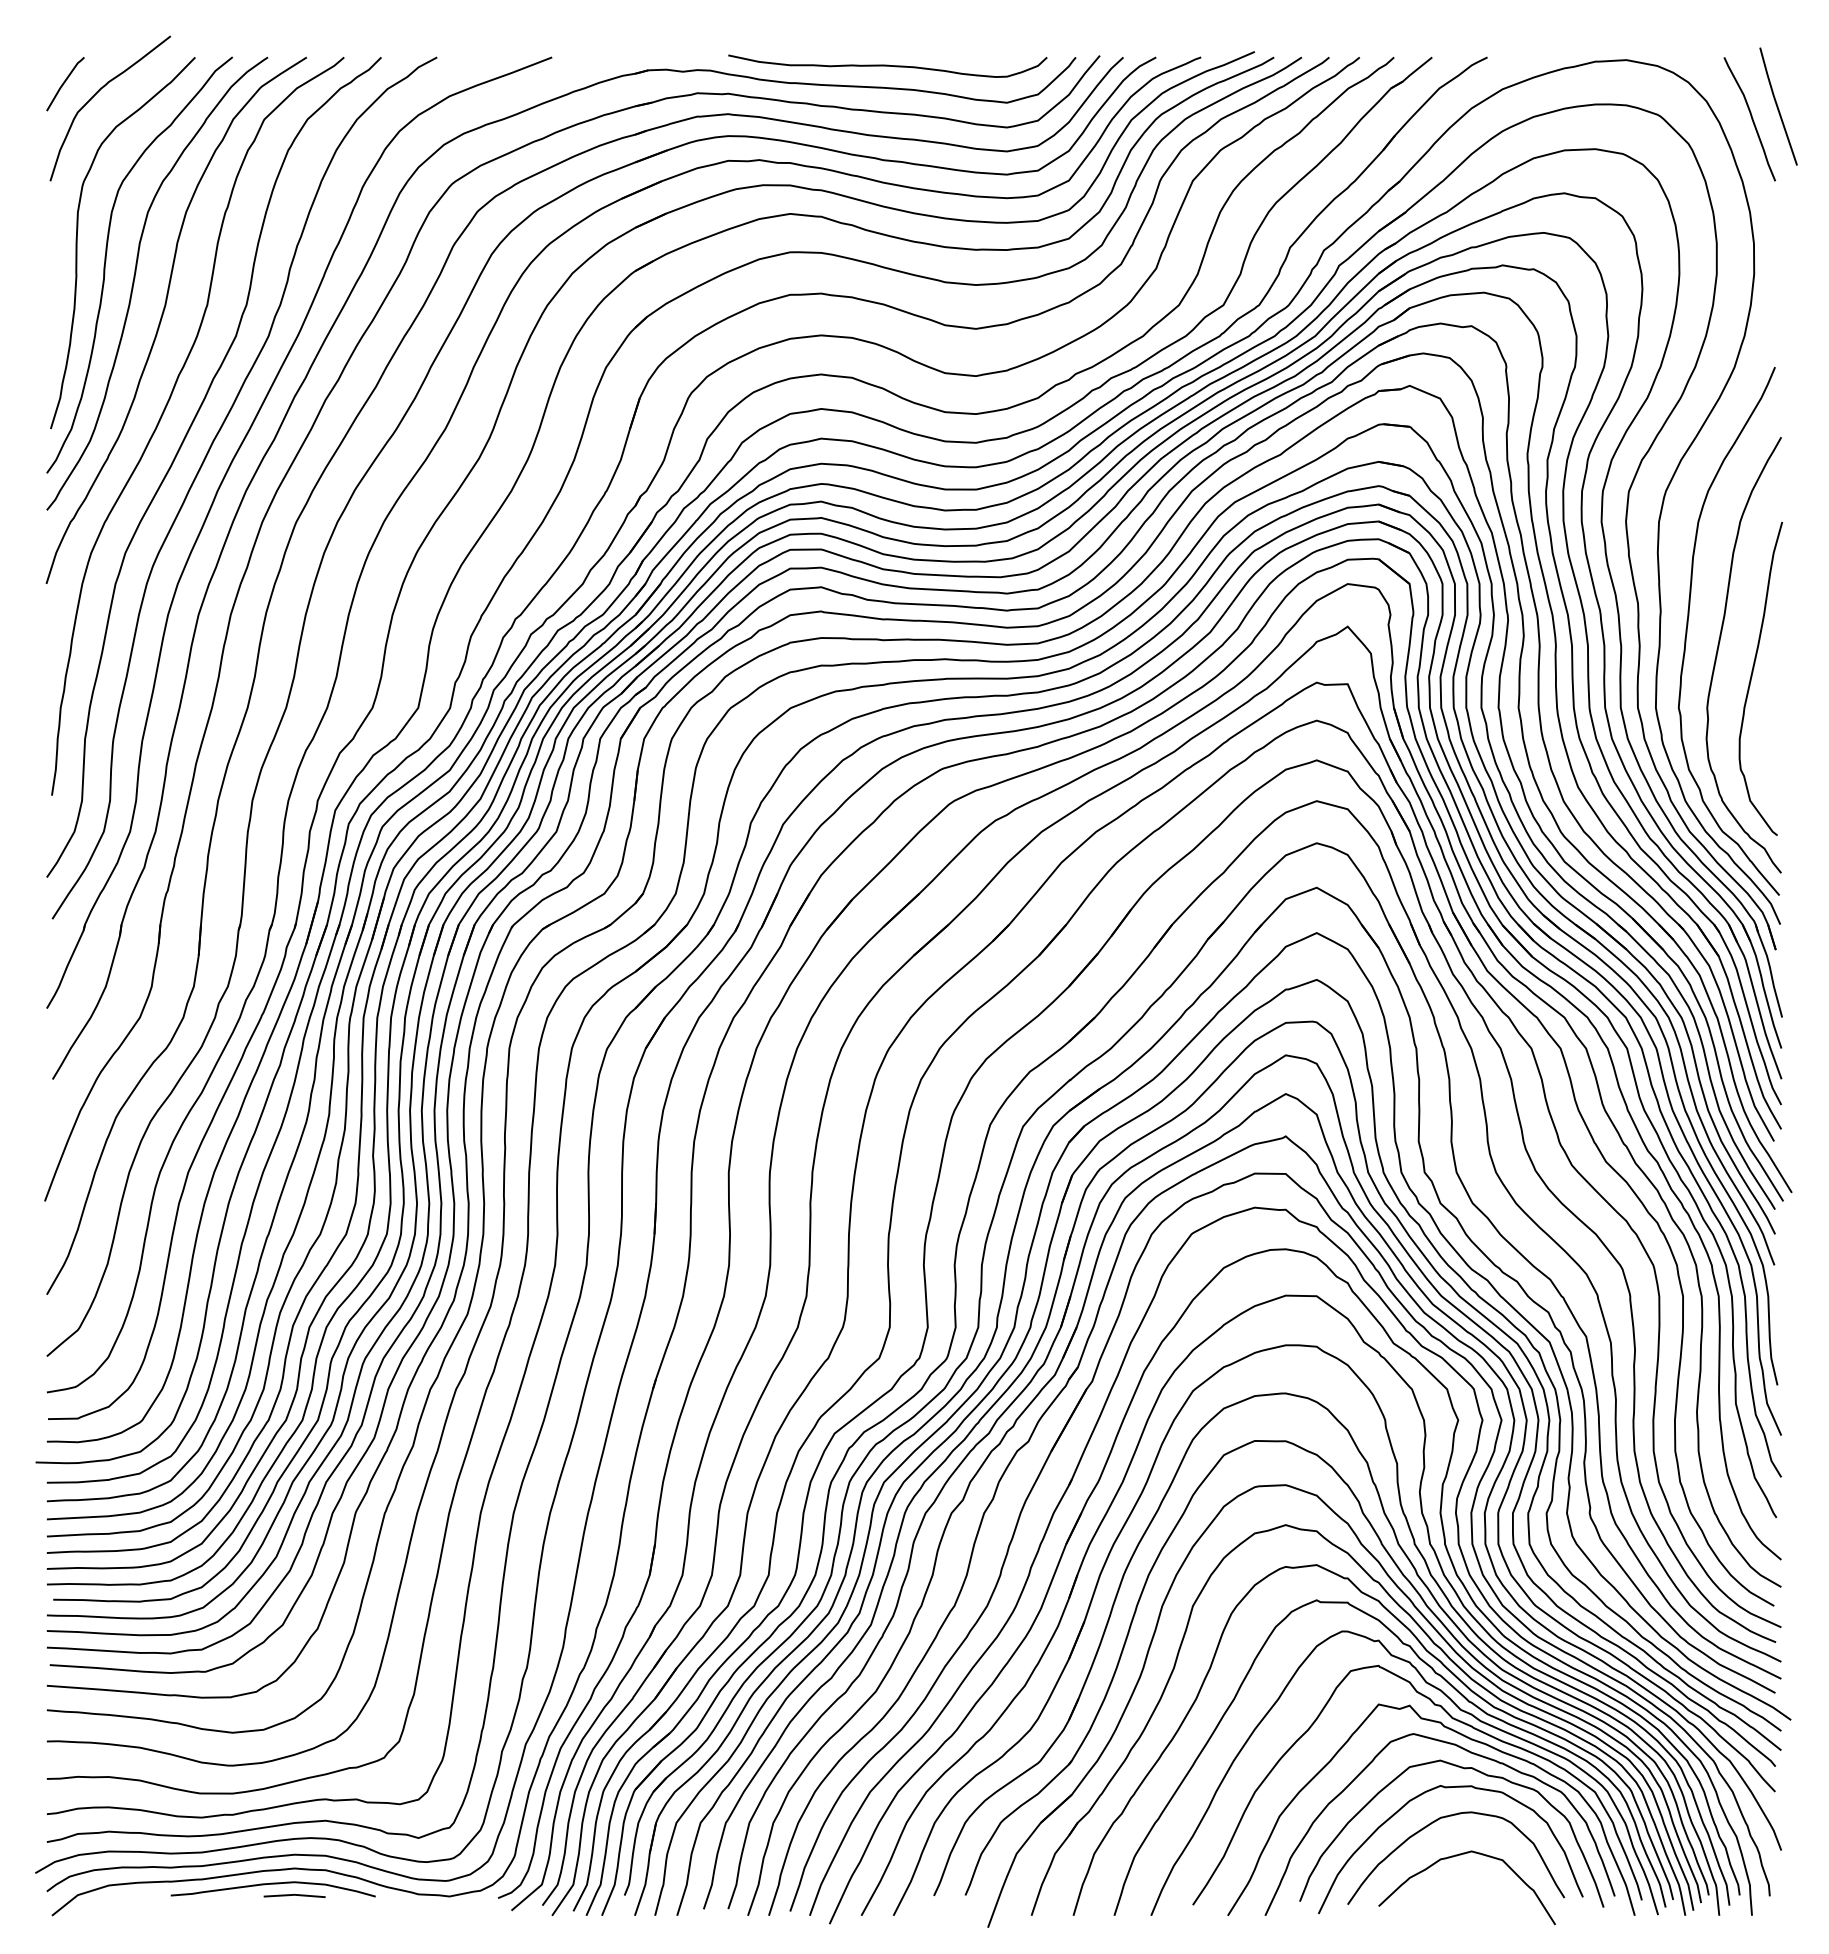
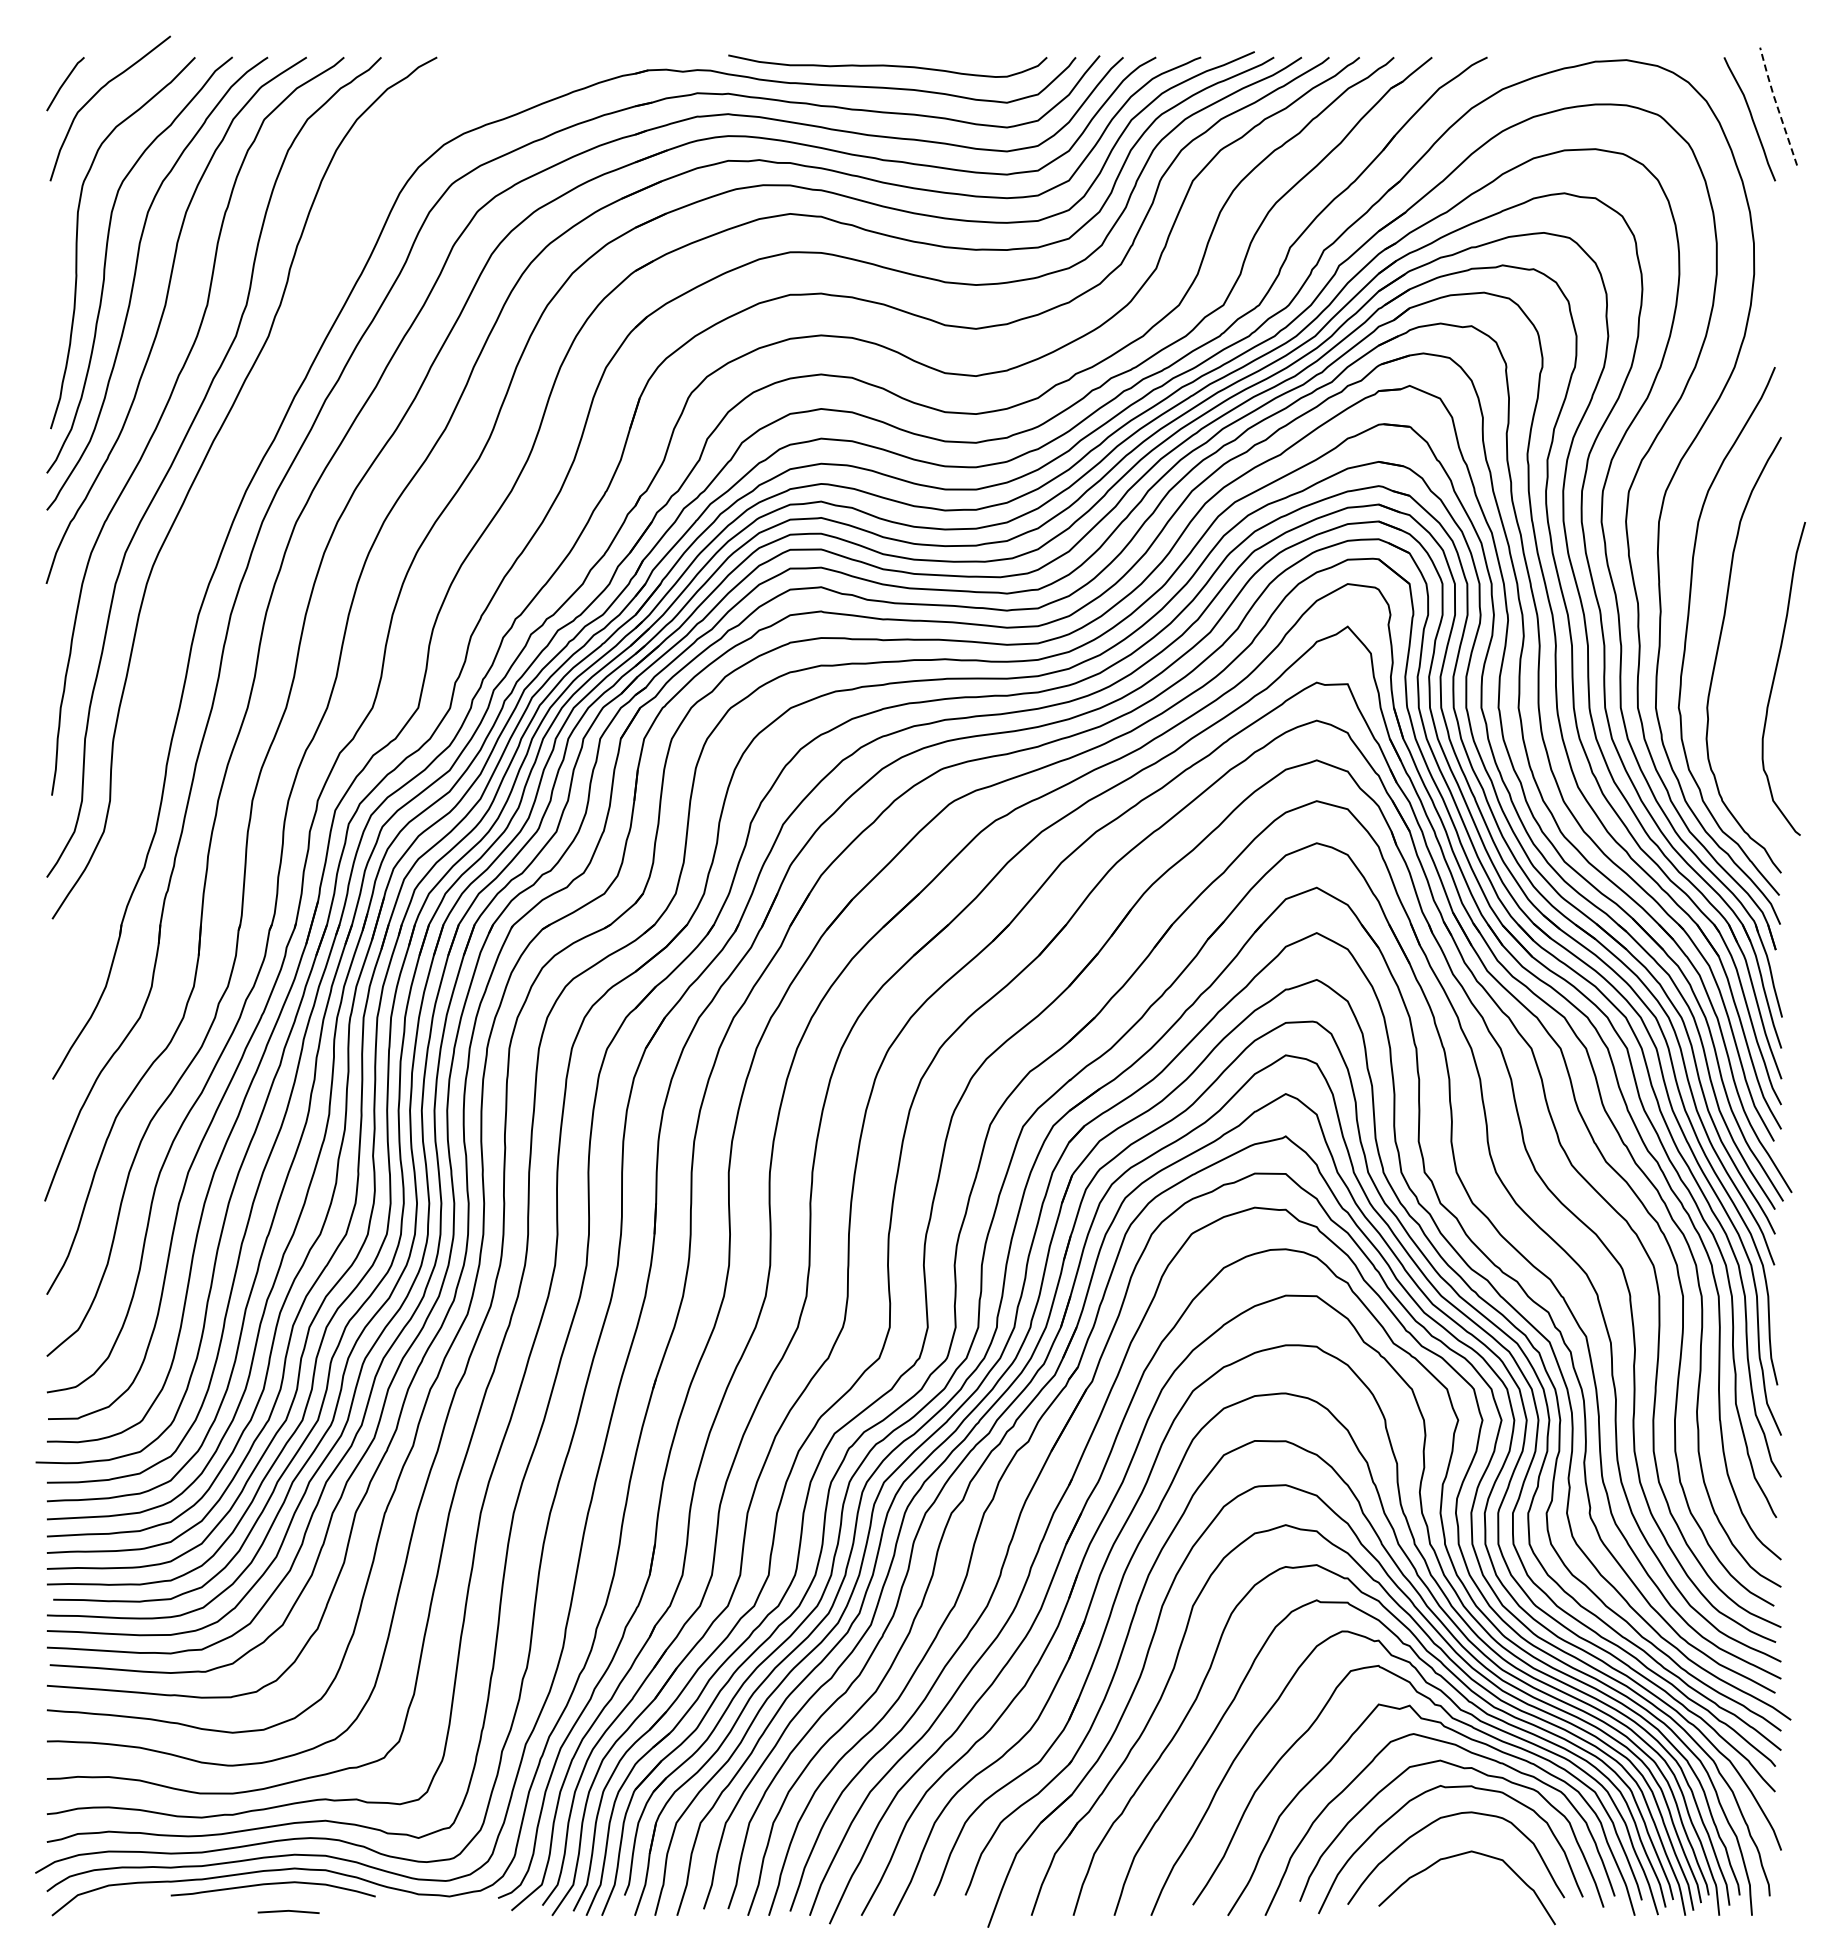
line at (1776, 105): solid -> dashed
part at (215, 499): present -> none
curve at (1752, 677) position: (1752, 677) -> (1775, 677)
line at (294, 1895) position: (294, 1895) -> (288, 1911)
